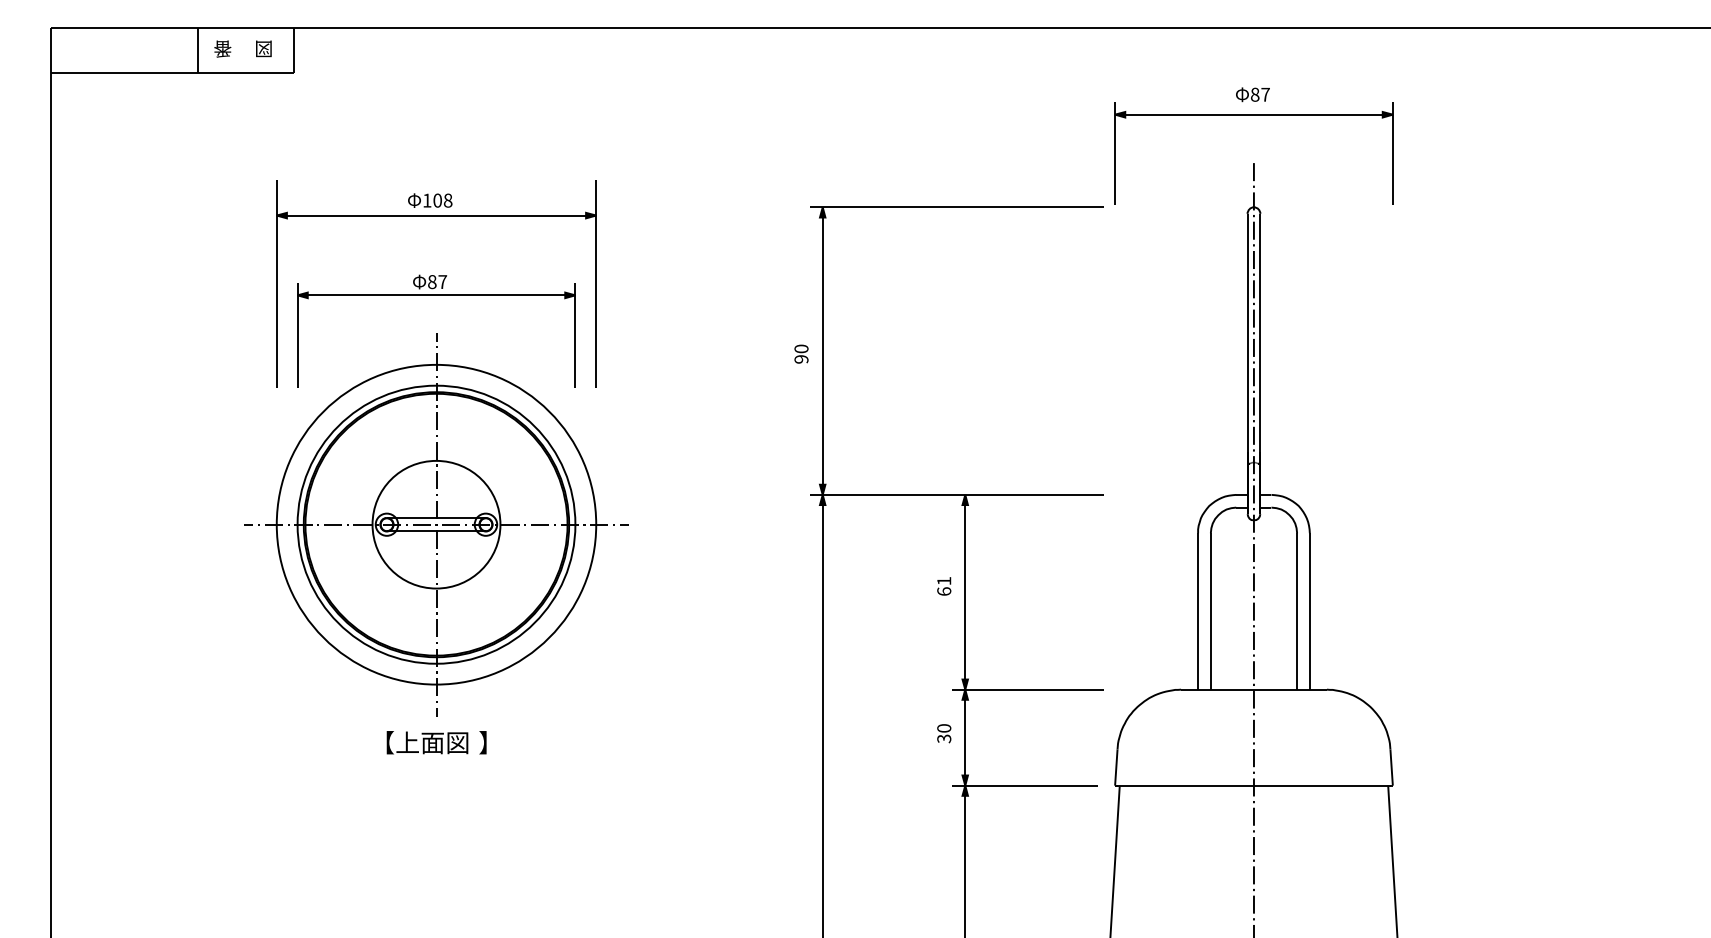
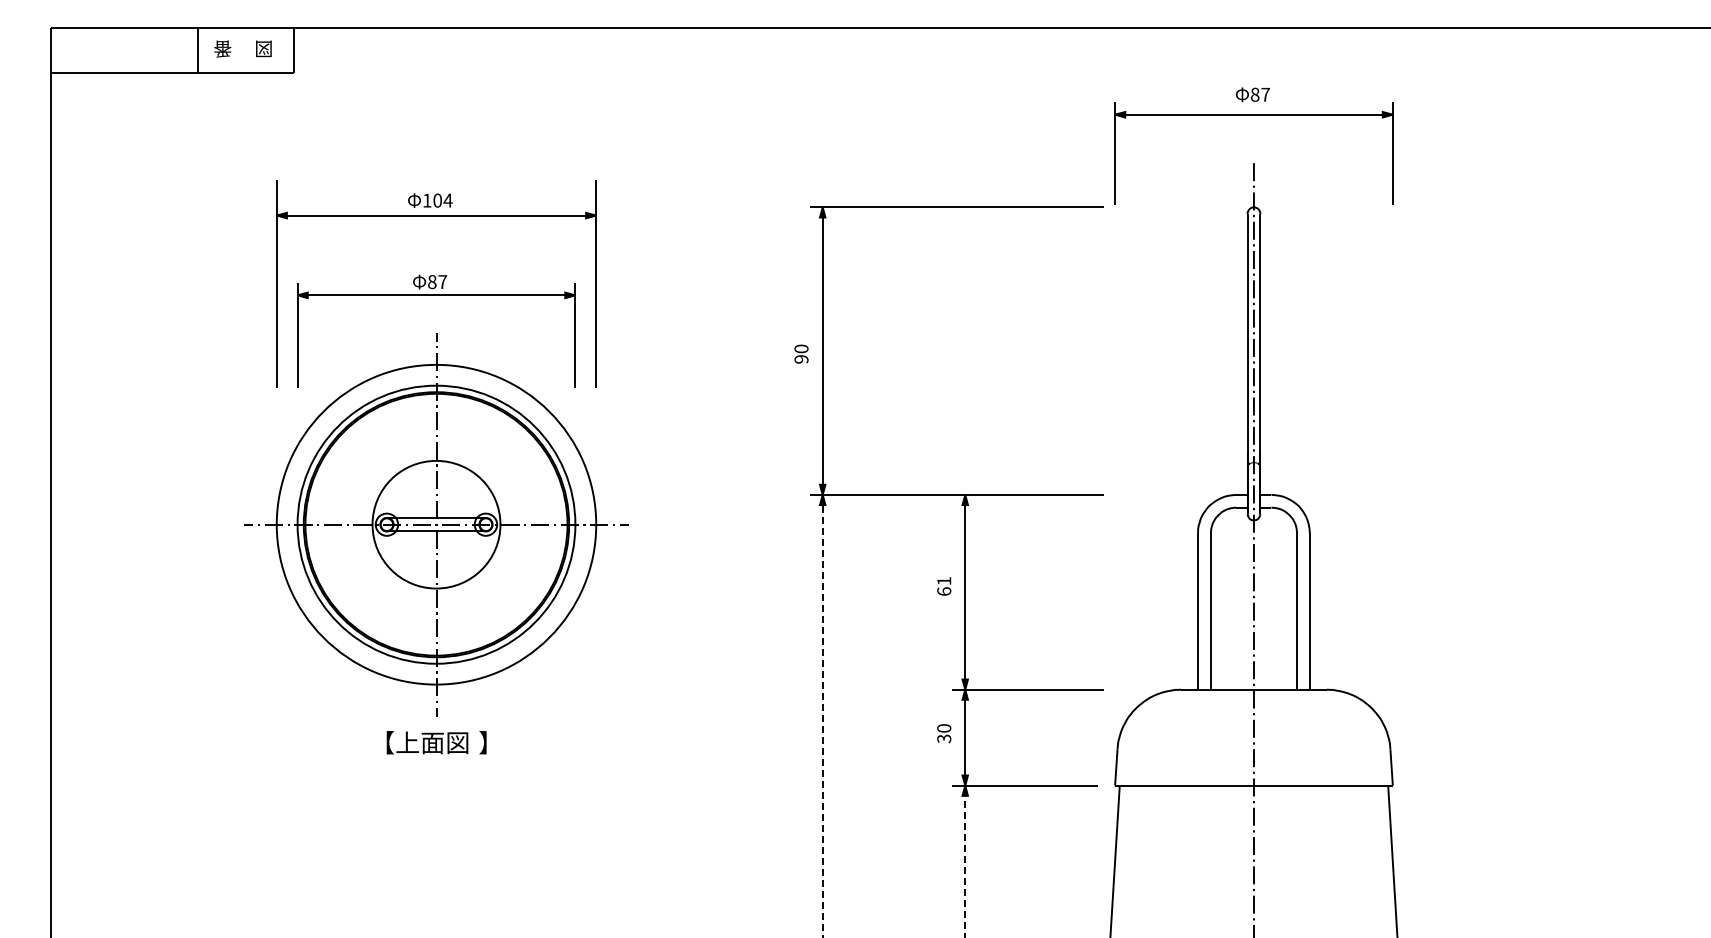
text at (447, 200): 108 -> 104
line at (822, 720): solid -> dashed
line at (965, 866): solid -> dashed
